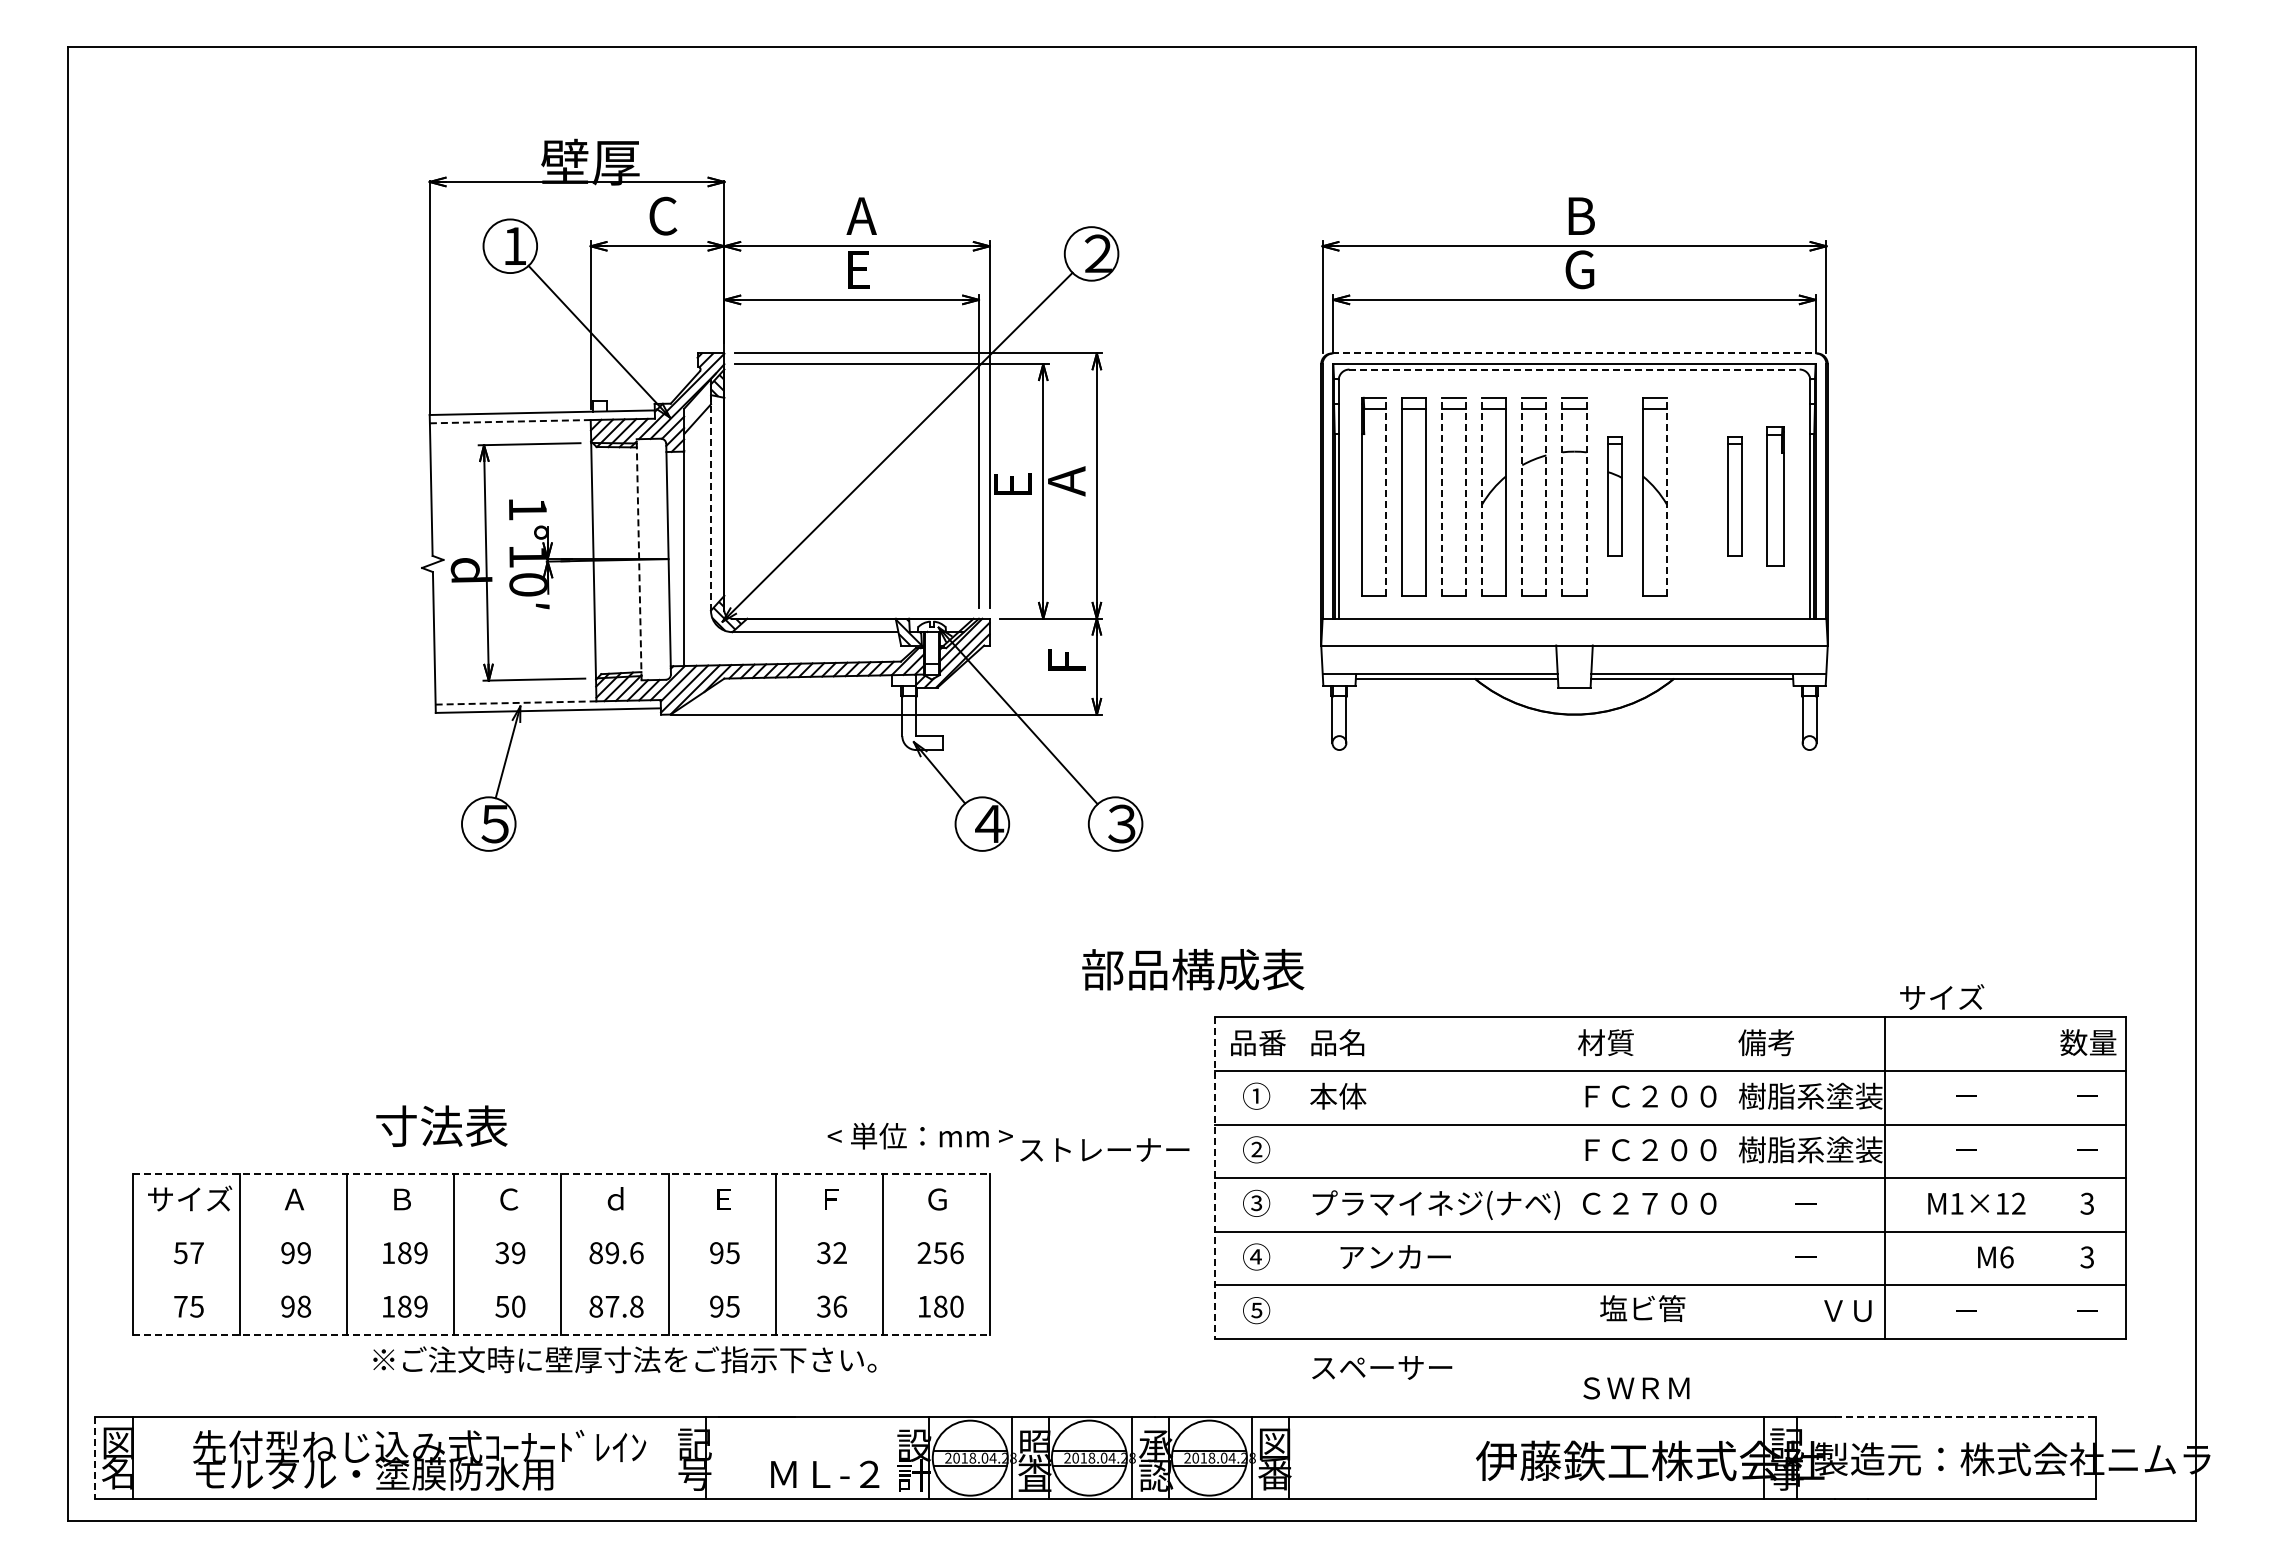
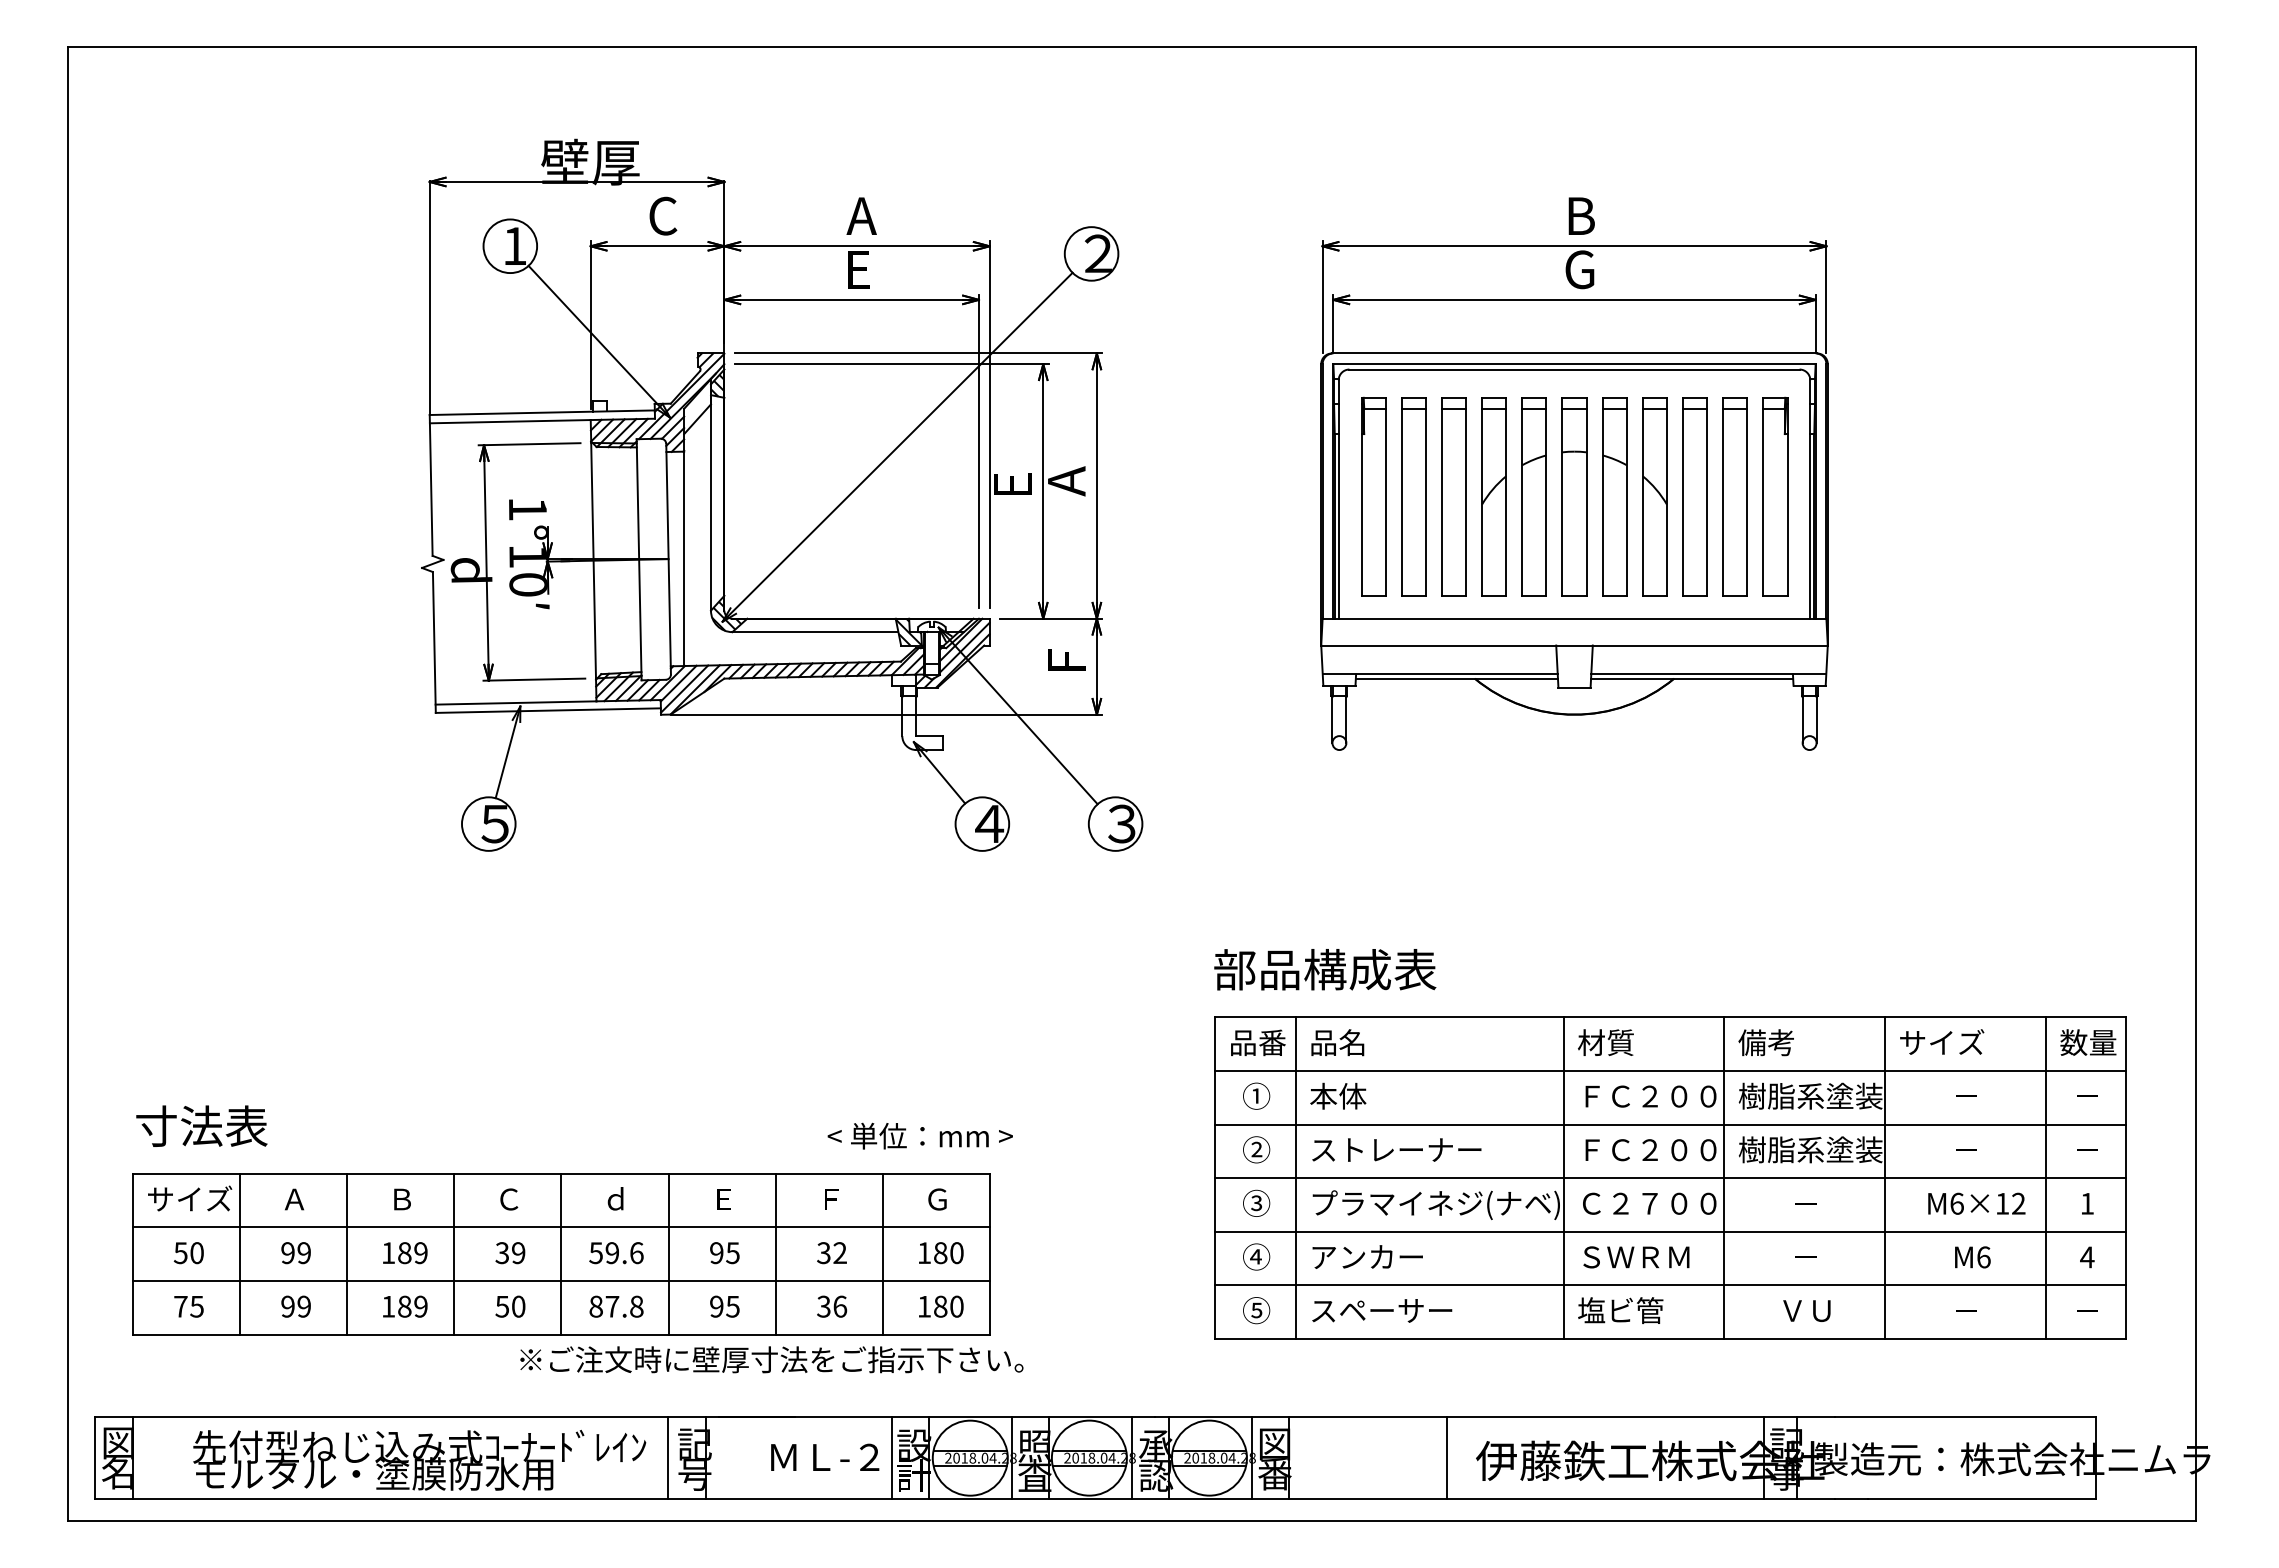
line at (1574, 353): dashed -> solid
line at (1575, 369): dashed -> solid
line at (510, 421): dashed -> solid
line at (1385, 496): dashed -> solid
line at (1441, 496): dashed -> solid
line at (1466, 496): dashed -> solid
line at (1482, 496): dashed -> solid
line at (1522, 496): dashed -> solid
line at (1546, 496): dashed -> solid
line at (1562, 496): dashed -> solid
line at (1586, 496): dashed -> solid
part at (1614, 496) size: 16x121 px -> 26x200 px
line at (1666, 496): dashed -> solid
part at (1694, 496): none -> present
part at (1734, 496) size: 16x121 px -> 26x200 px
part at (1775, 496) size: 19x141 px -> 27x201 px
line at (710, 497): dashed -> solid
line at (639, 559): dashed -> solid
line at (516, 702): dashed -> solid
text at (1193, 969) position: (1193, 969) -> (1325, 969)
text at (1942, 996) position: (1942, 996) -> (1942, 1041)
text at (441, 1125) position: (441, 1125) -> (201, 1125)
text at (1104, 1149) position: (1104, 1149) -> (1396, 1149)
line at (561, 1173): dashed -> solid
line at (1295, 1177): none -> present
line at (1563, 1177): none -> present
line at (1724, 1177): none -> present
line at (2045, 1177): none -> present
line at (1215, 1178): dashed -> solid
text at (1956, 1203): M1×12 -> M6×12
text at (2086, 1203): 3 -> 1
line at (561, 1227): none -> present
text at (940, 1252): 256 -> 180
text at (196, 1253): 57 -> 50
text at (595, 1253): 89.6 -> 59.6
text at (1395, 1256) position: (1395, 1256) -> (1367, 1256)
text at (1995, 1257) position: (1995, 1257) -> (1972, 1257)
text at (2087, 1257): 3 -> 4
line at (561, 1281): none -> present
text at (304, 1306): 98 -> 99
text at (1642, 1308) position: (1642, 1308) -> (1620, 1310)
text at (1847, 1310) position: (1847, 1310) -> (1806, 1310)
line at (561, 1334): dashed -> solid
text at (624, 1359) position: (624, 1359) -> (771, 1359)
text at (1382, 1367) position: (1382, 1367) -> (1382, 1310)
text at (1636, 1388) position: (1636, 1388) -> (1636, 1257)
line at (1965, 1416): dashed -> solid
line at (668, 1457): none -> present
line at (891, 1457): none -> present
line at (1447, 1457): none -> present
line at (95, 1458): dashed -> solid
text at (825, 1473) position: (825, 1473) -> (825, 1456)
